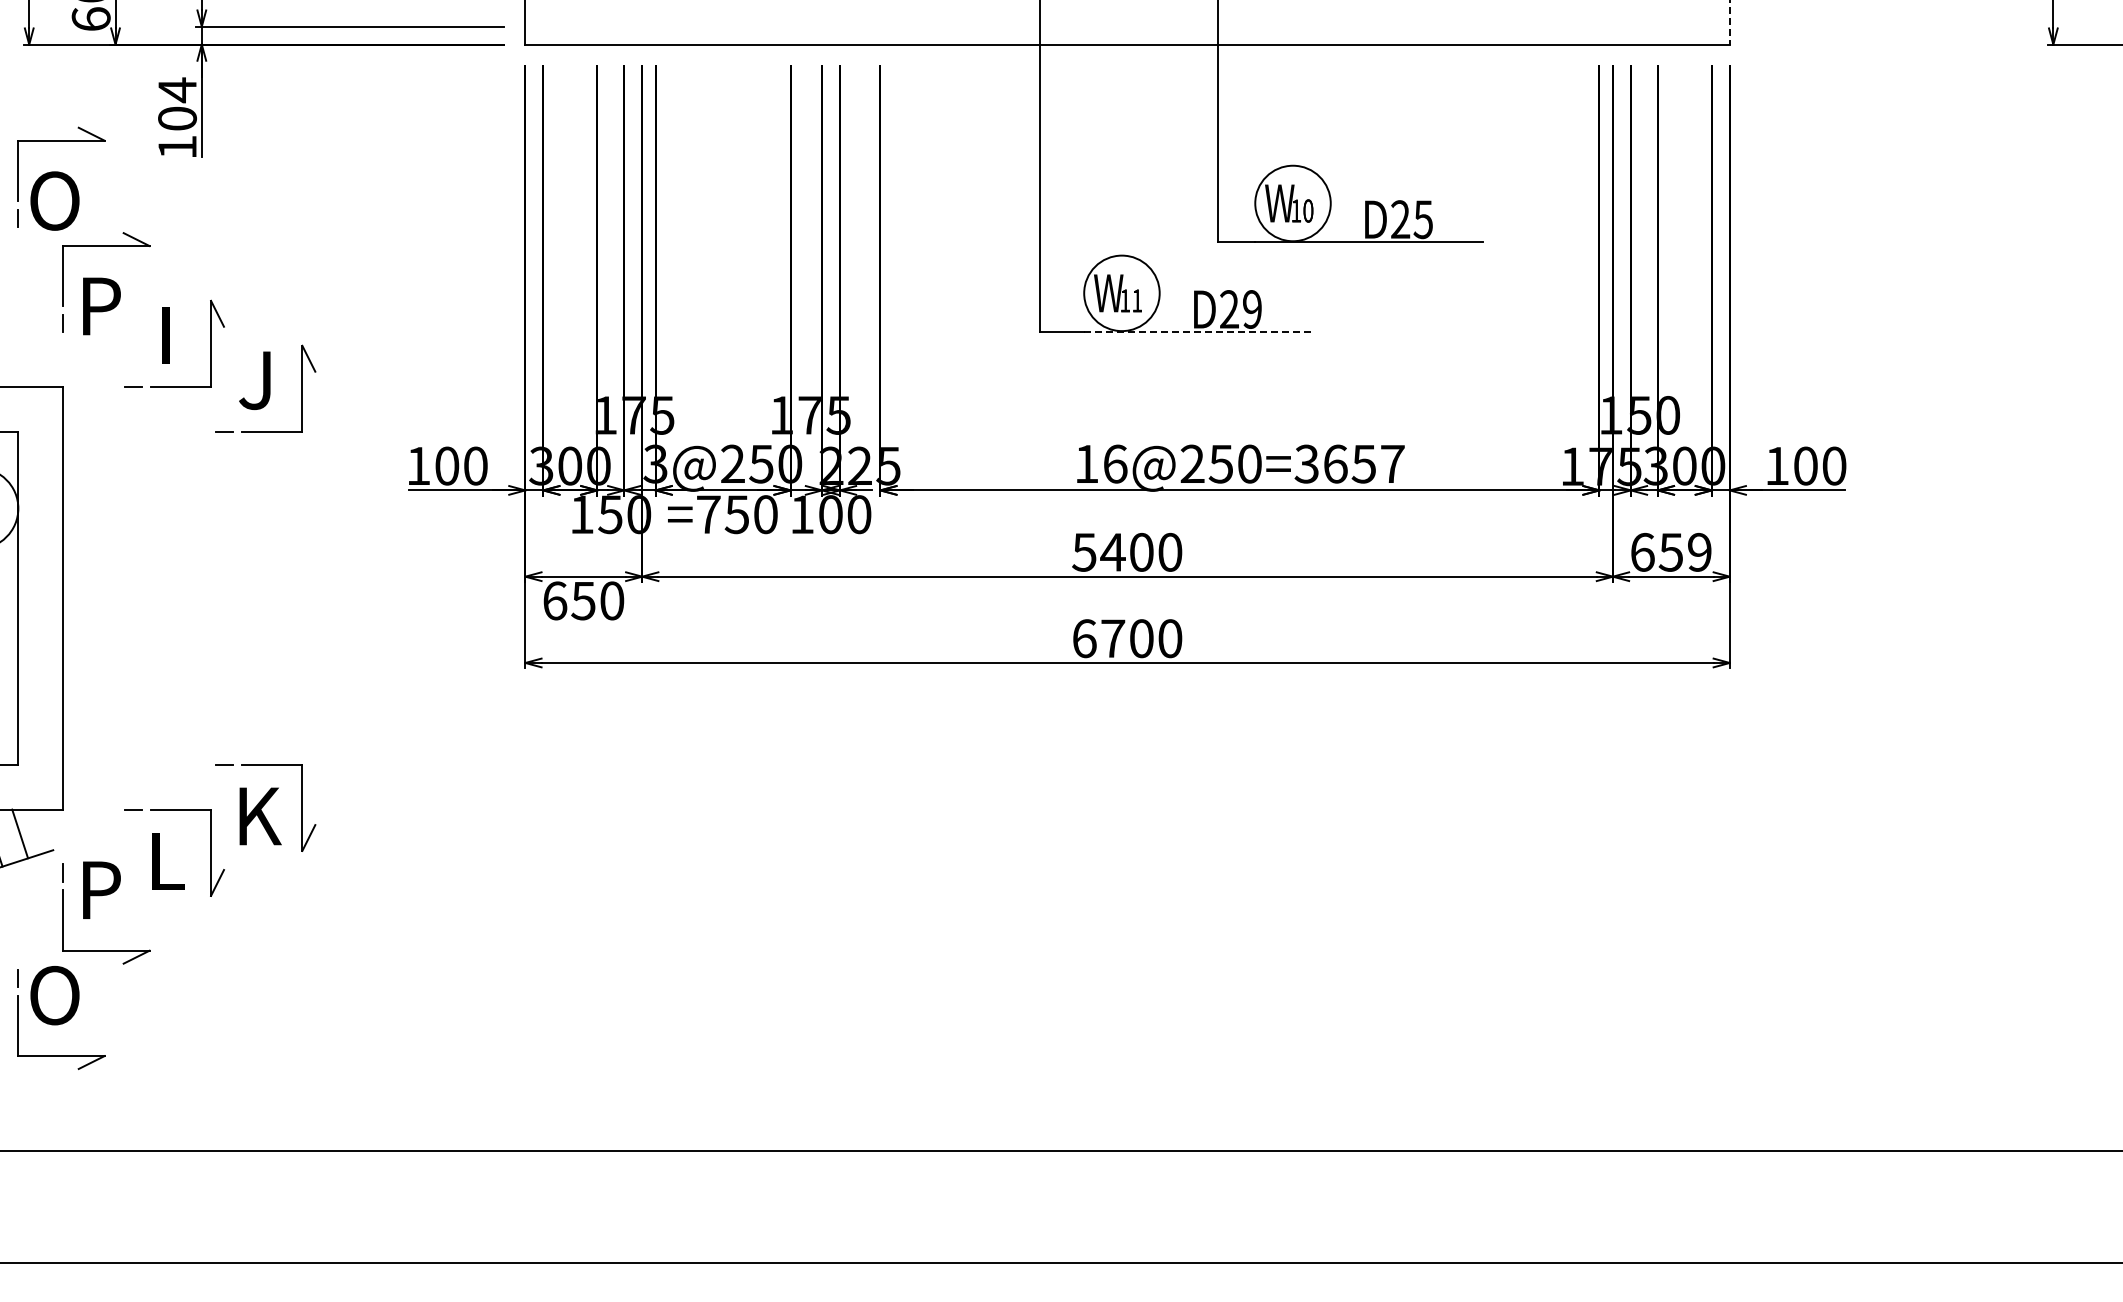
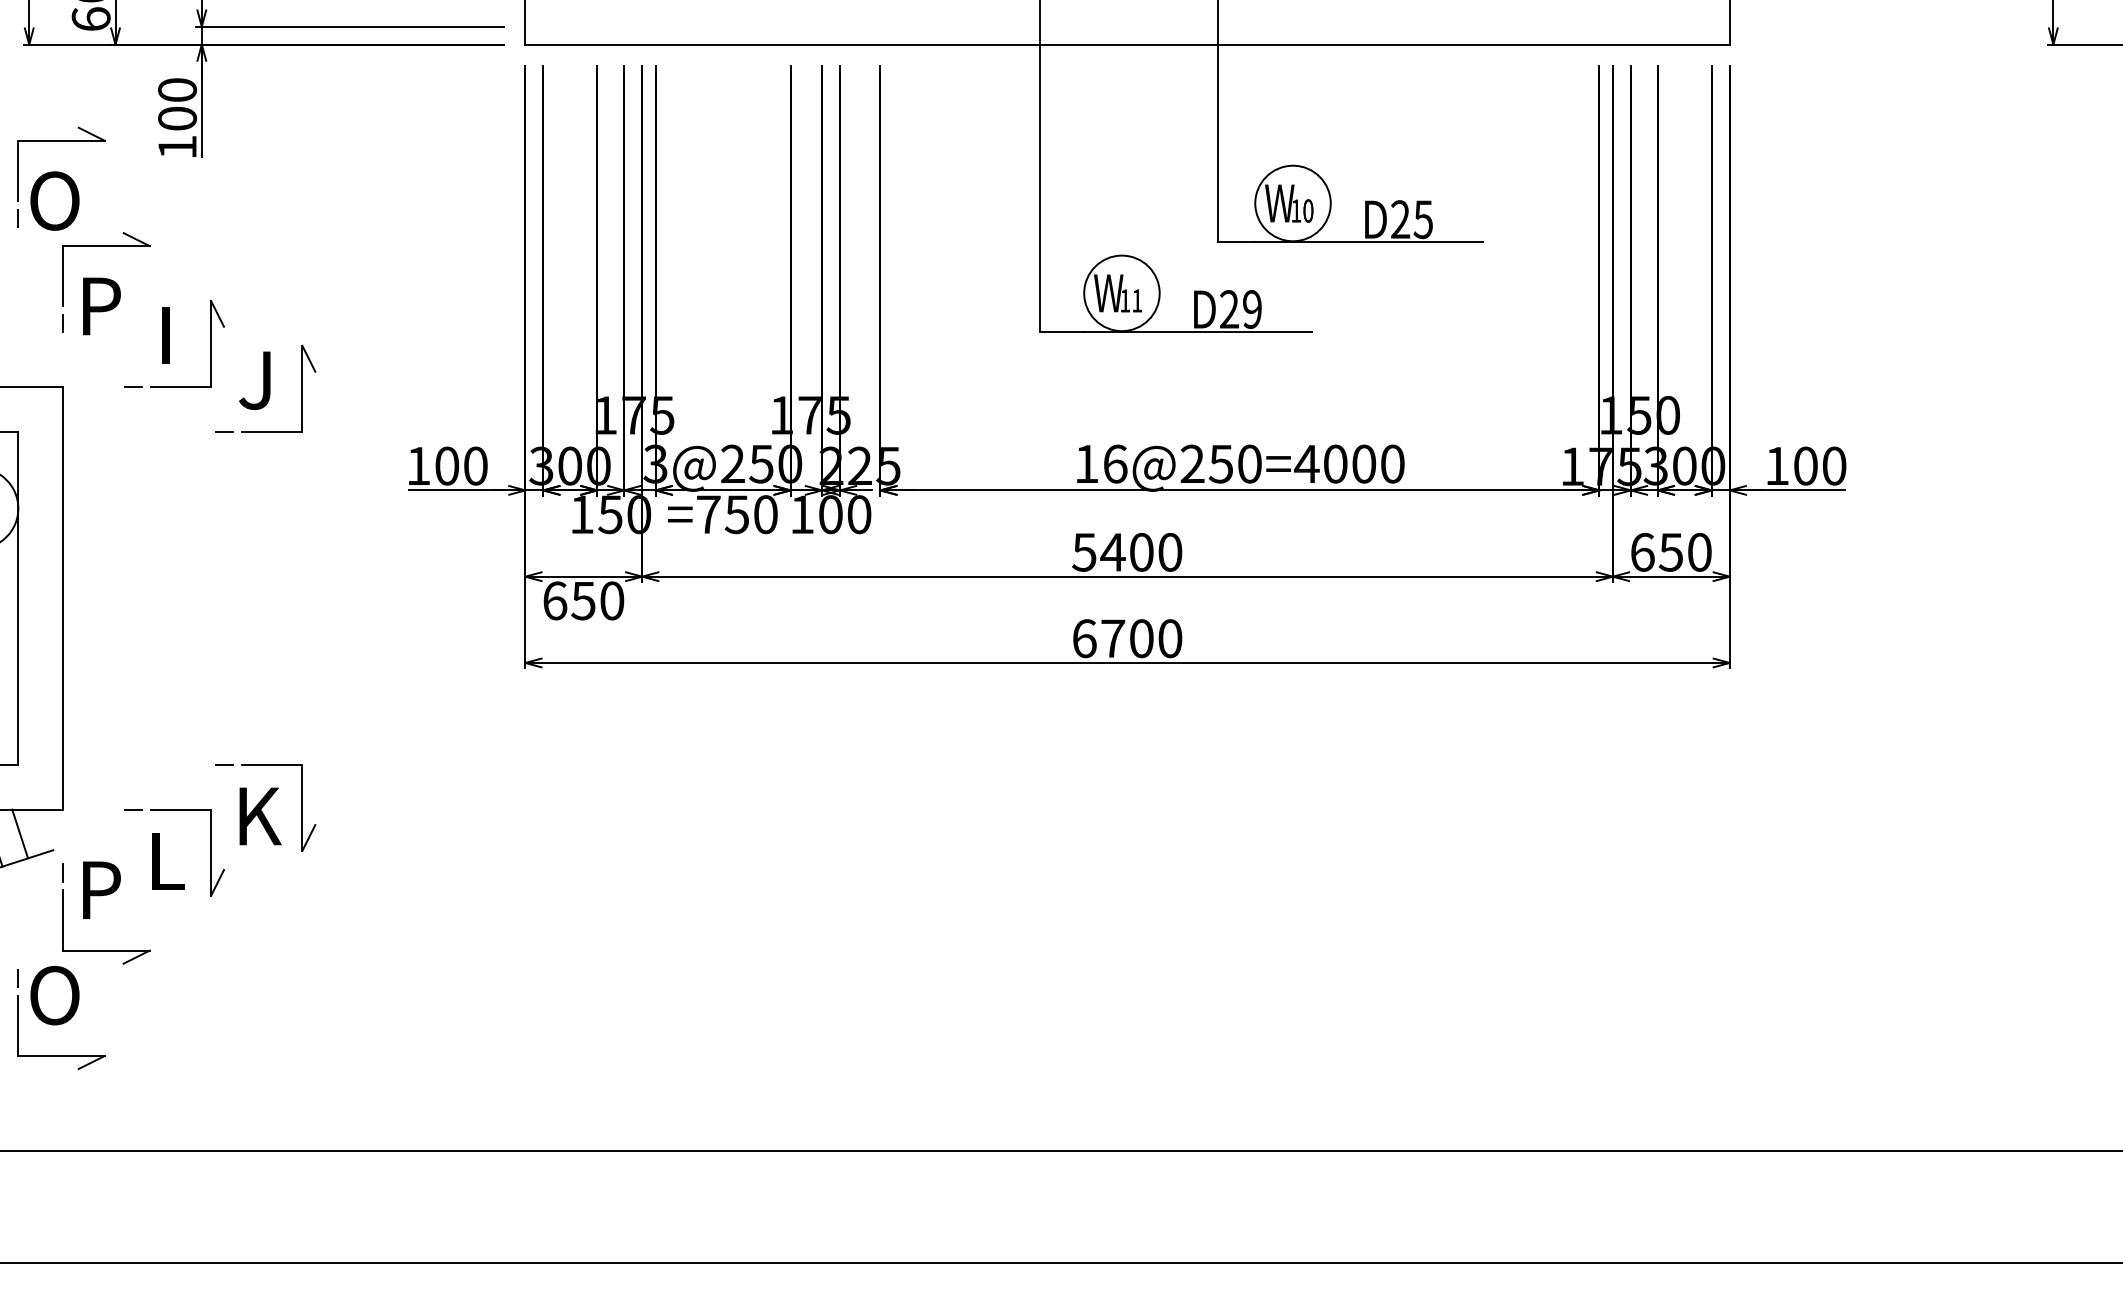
line at (1729, 22): dashed -> solid
text at (177, 90): 104 -> 100
line at (1198, 332): dashed -> solid
text at (1349, 463): 16@250=3657 -> 16@250=4000
text at (1699, 552): 659 -> 650
